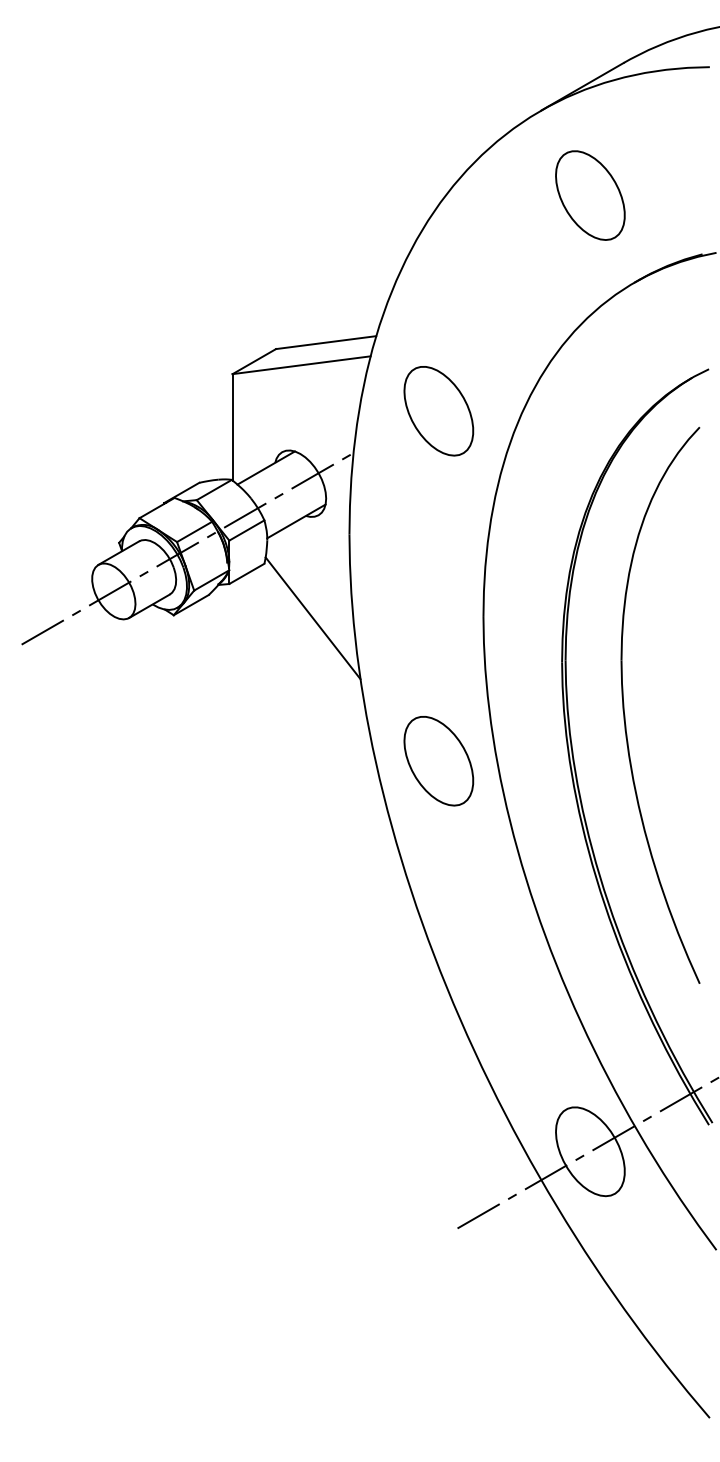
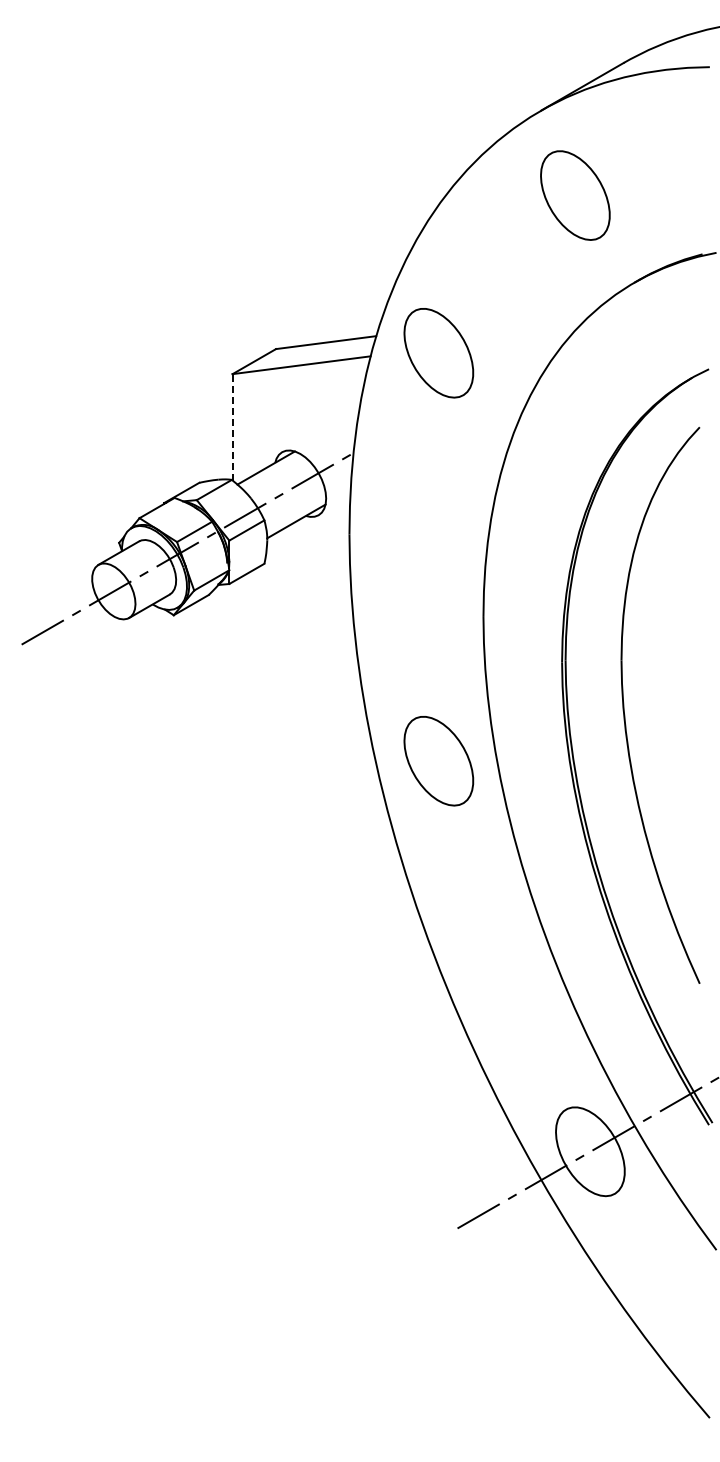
part at (590, 195) position: (590, 195) -> (575, 195)
part at (438, 411) position: (438, 411) -> (438, 353)
line at (232, 426): solid -> dashed
line at (312, 618): present -> none
